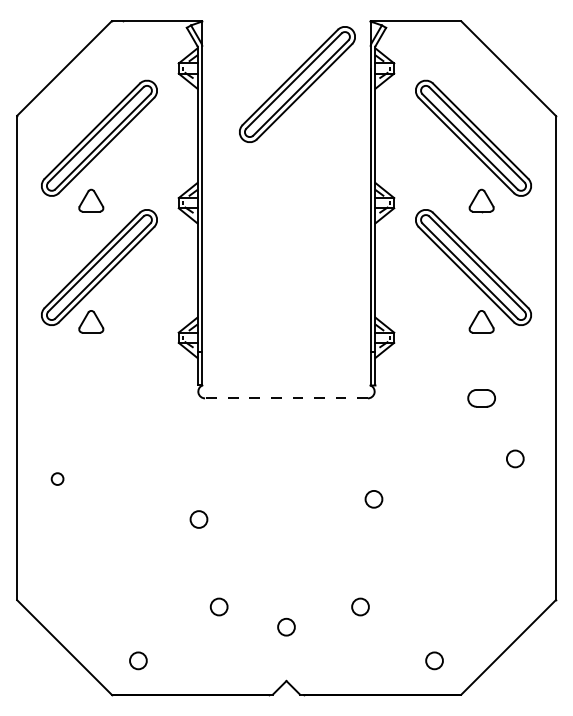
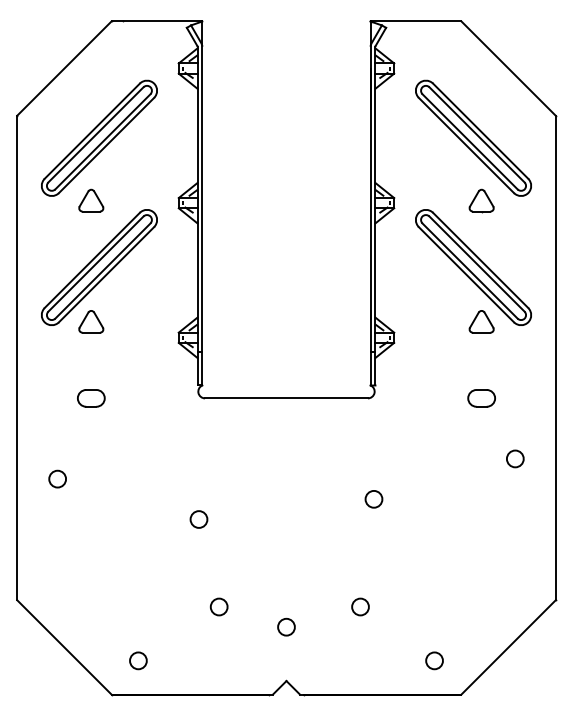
part at (297, 84): present -> none
part at (91, 398): none -> present
line at (286, 398): dashed -> solid
circle at (57, 478) size: 15x14 px -> 19x20 px
